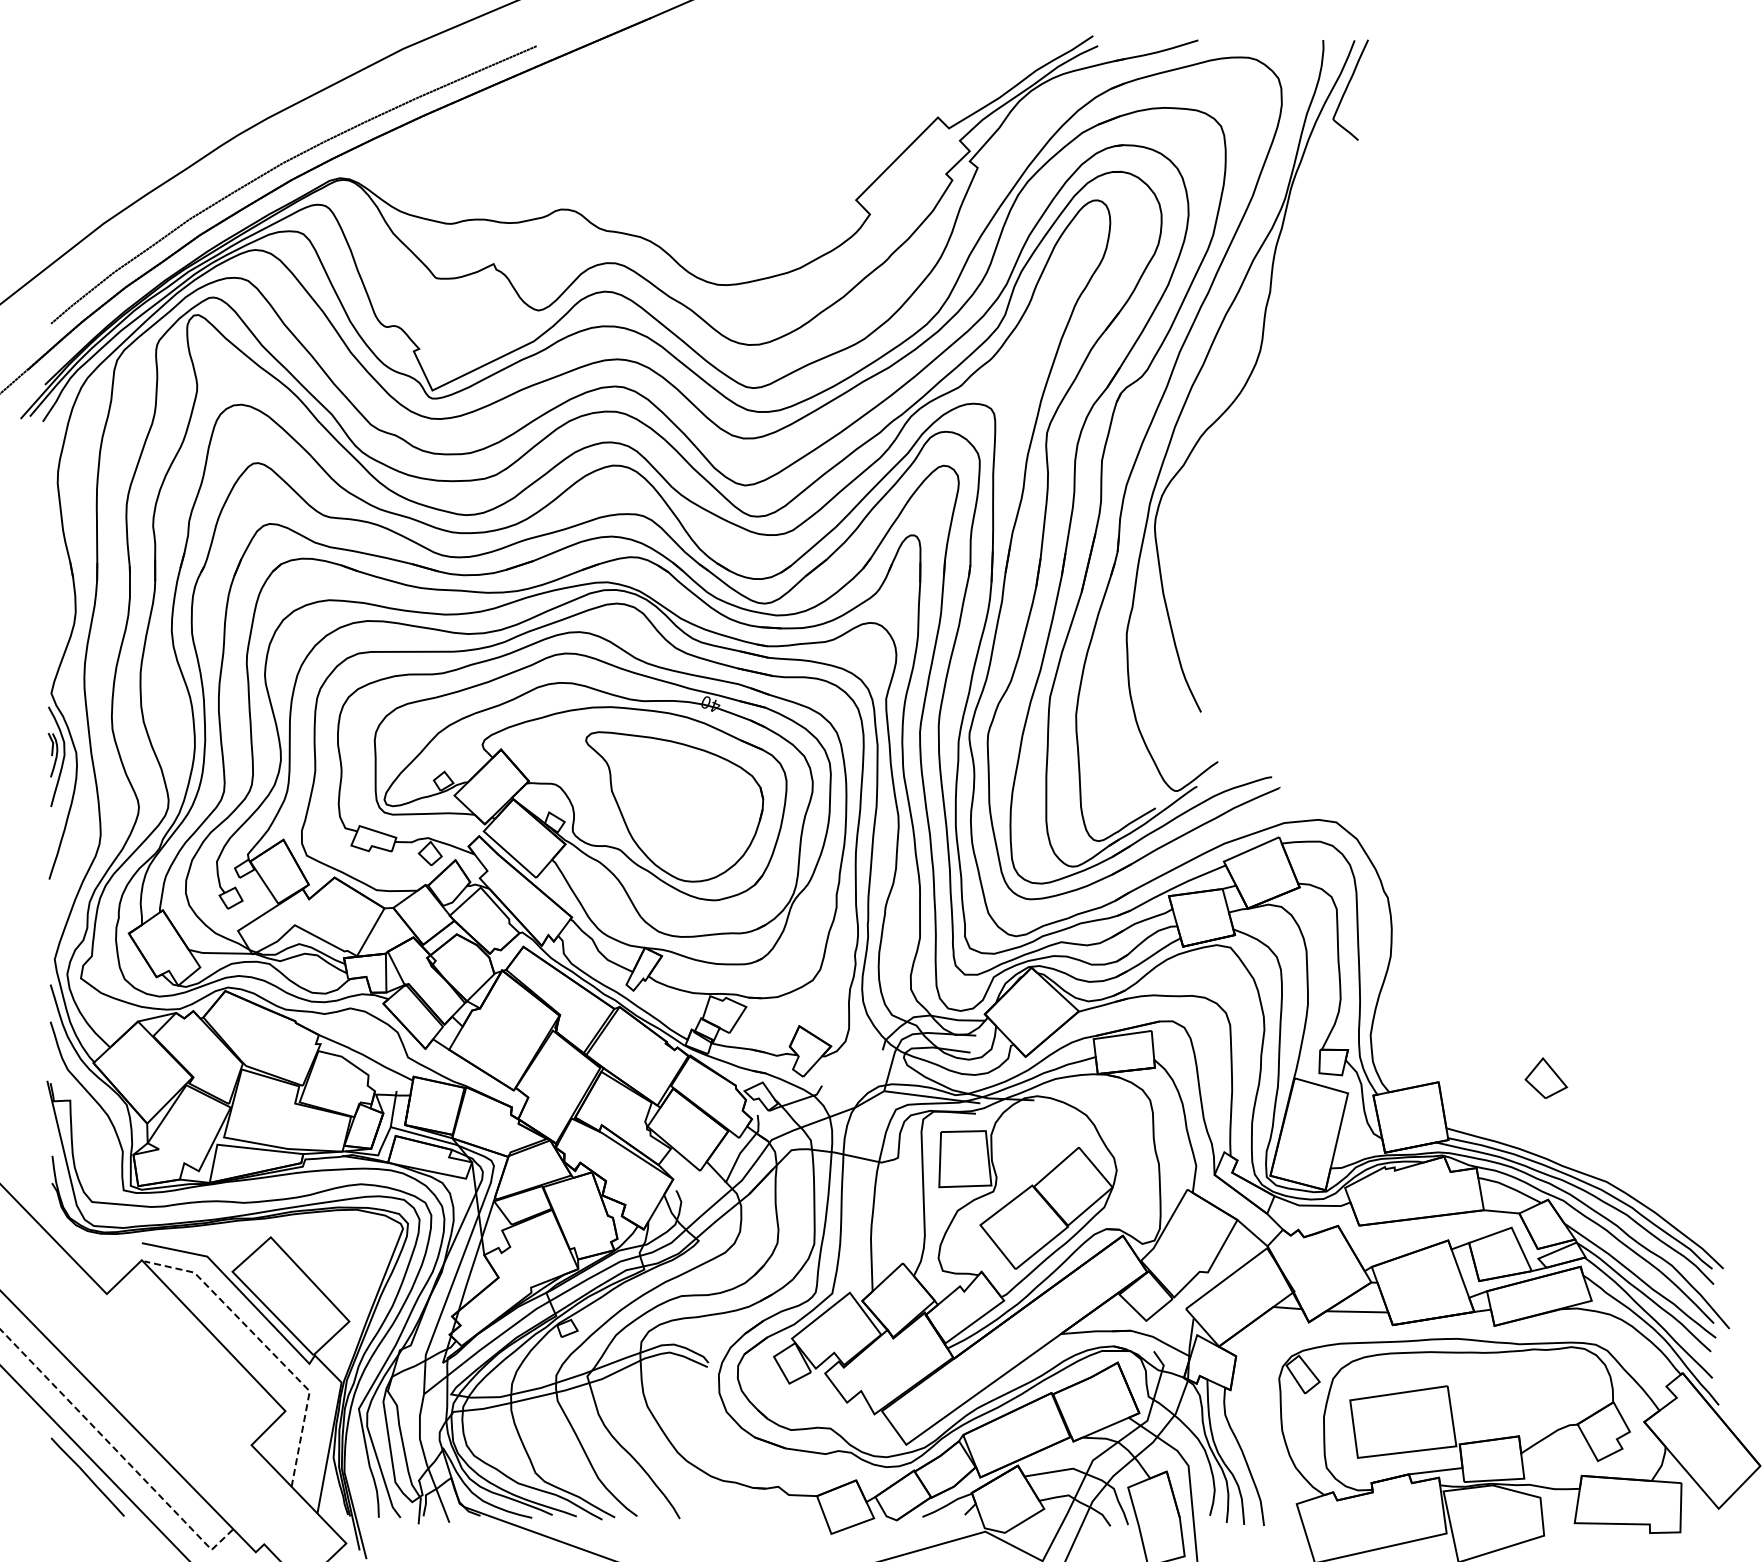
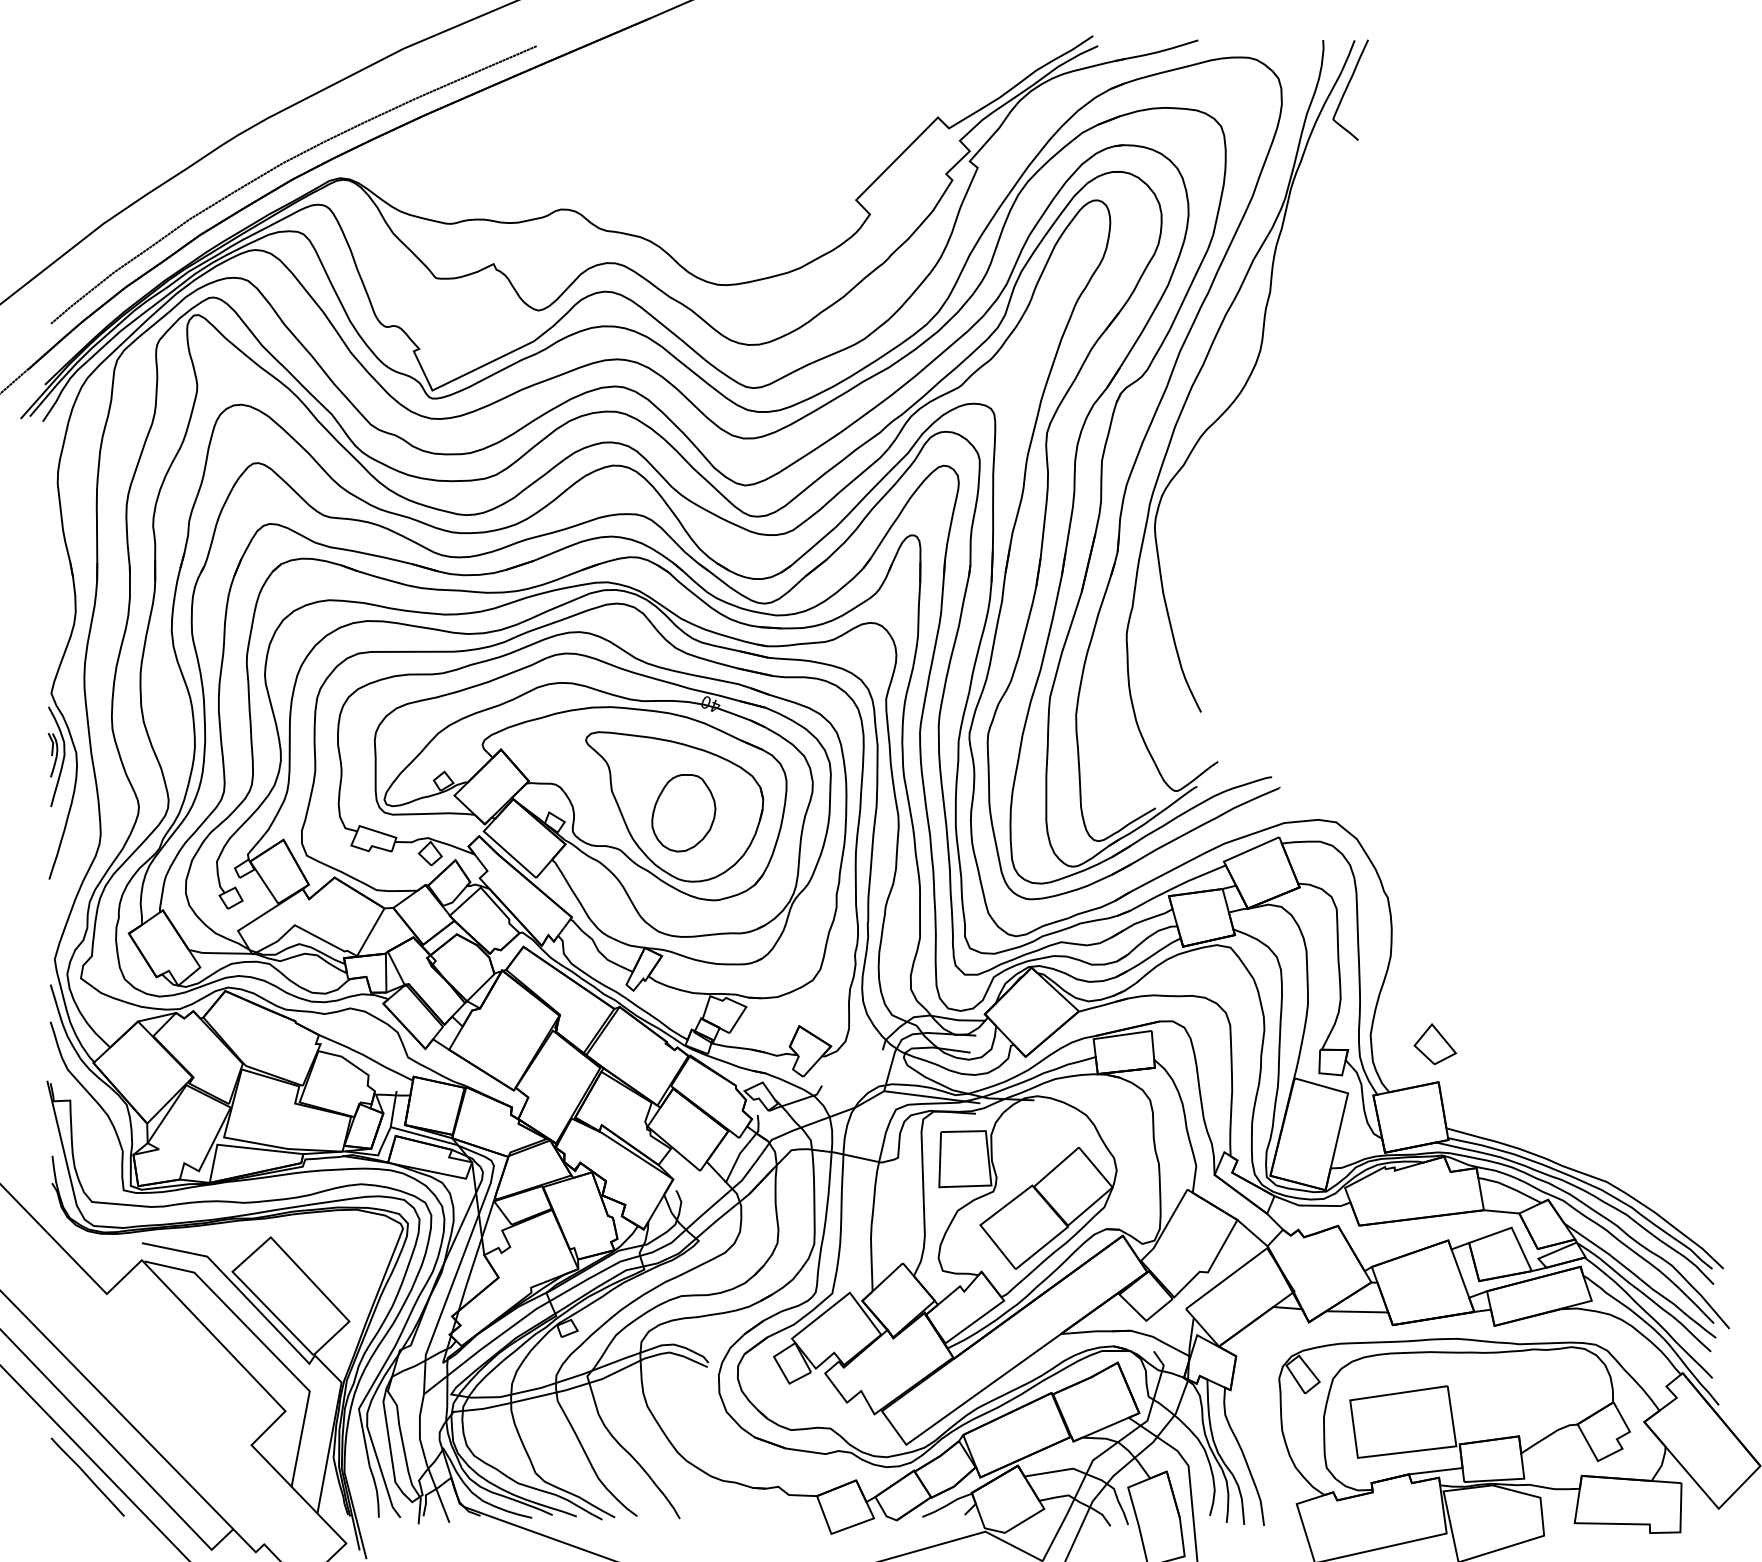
part at (683, 813): none -> present
part at (1546, 1077) position: (1546, 1077) -> (1435, 1043)
line at (268, 1348): dashed -> solid
line at (116, 1451): dashed -> solid
